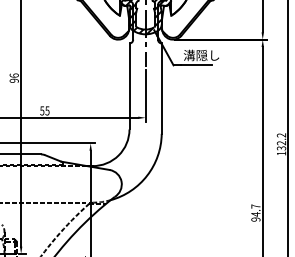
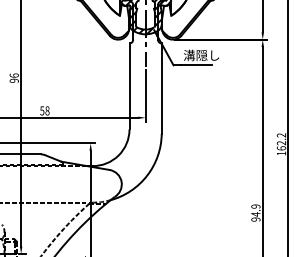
text at (47, 110): 55 -> 58
text at (281, 148): 132.2 -> 162.2
text at (255, 206): 94.7 -> 94.9
